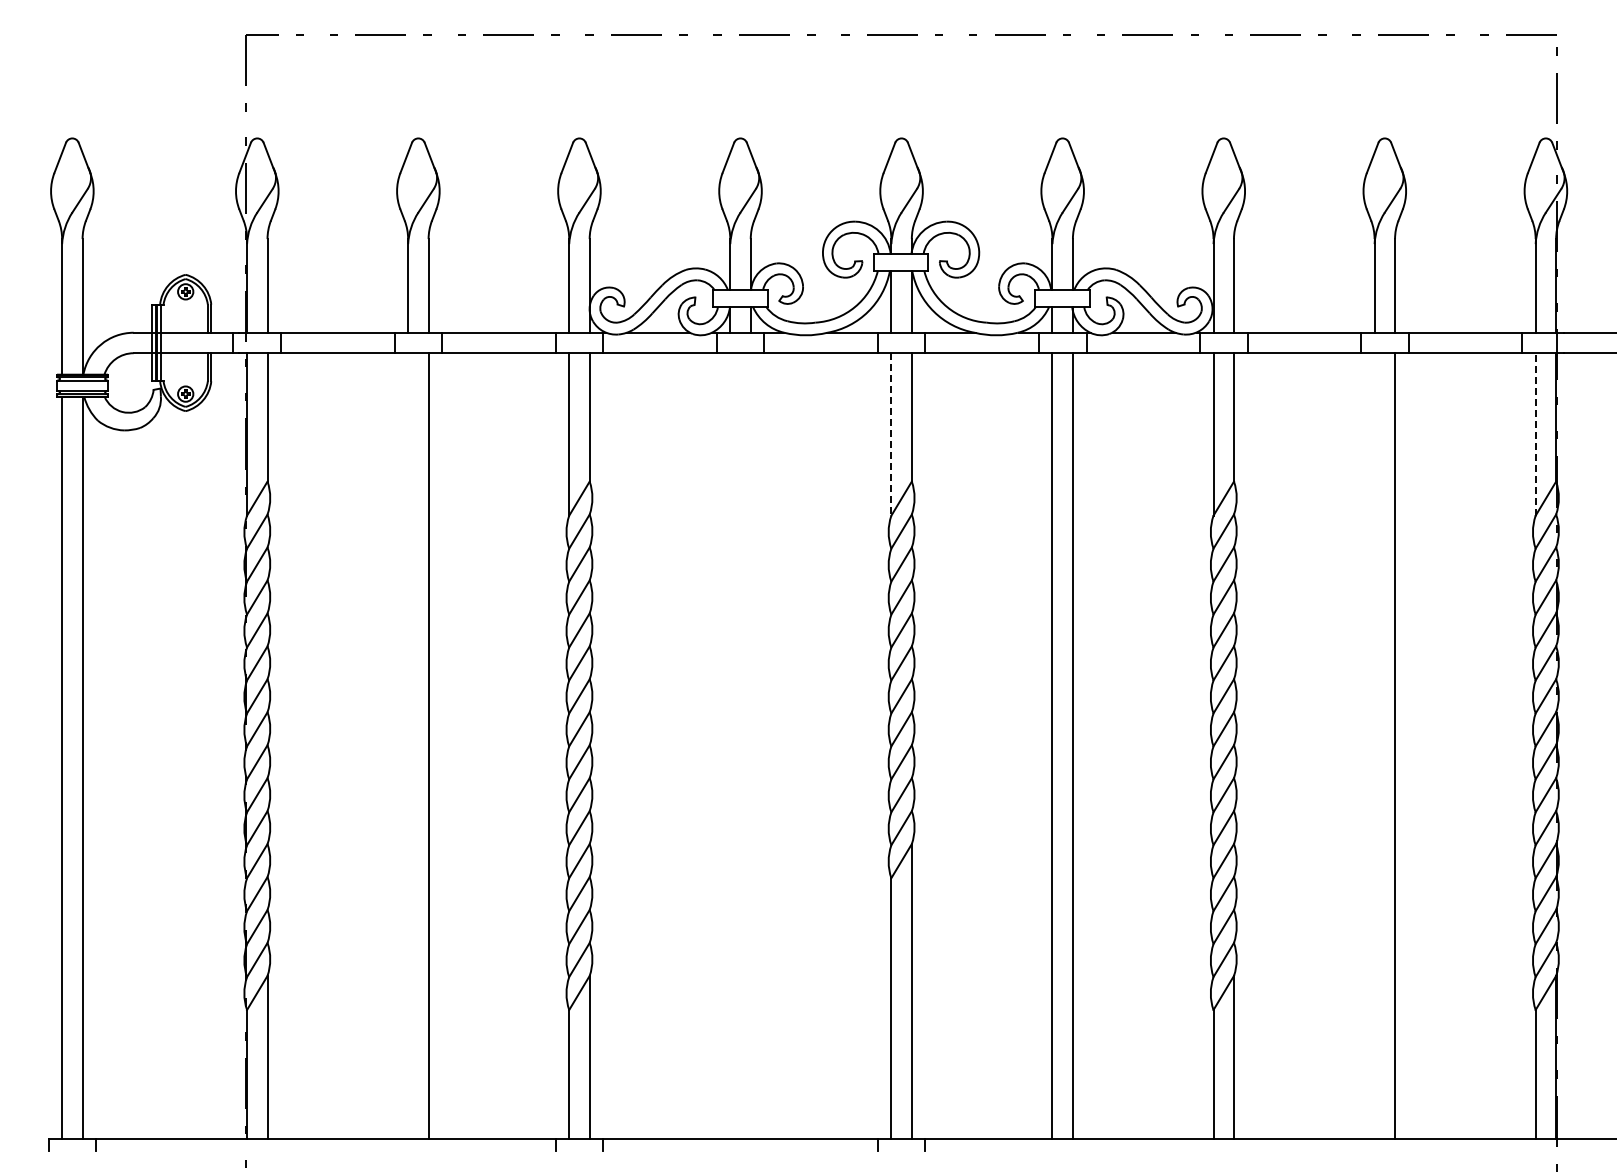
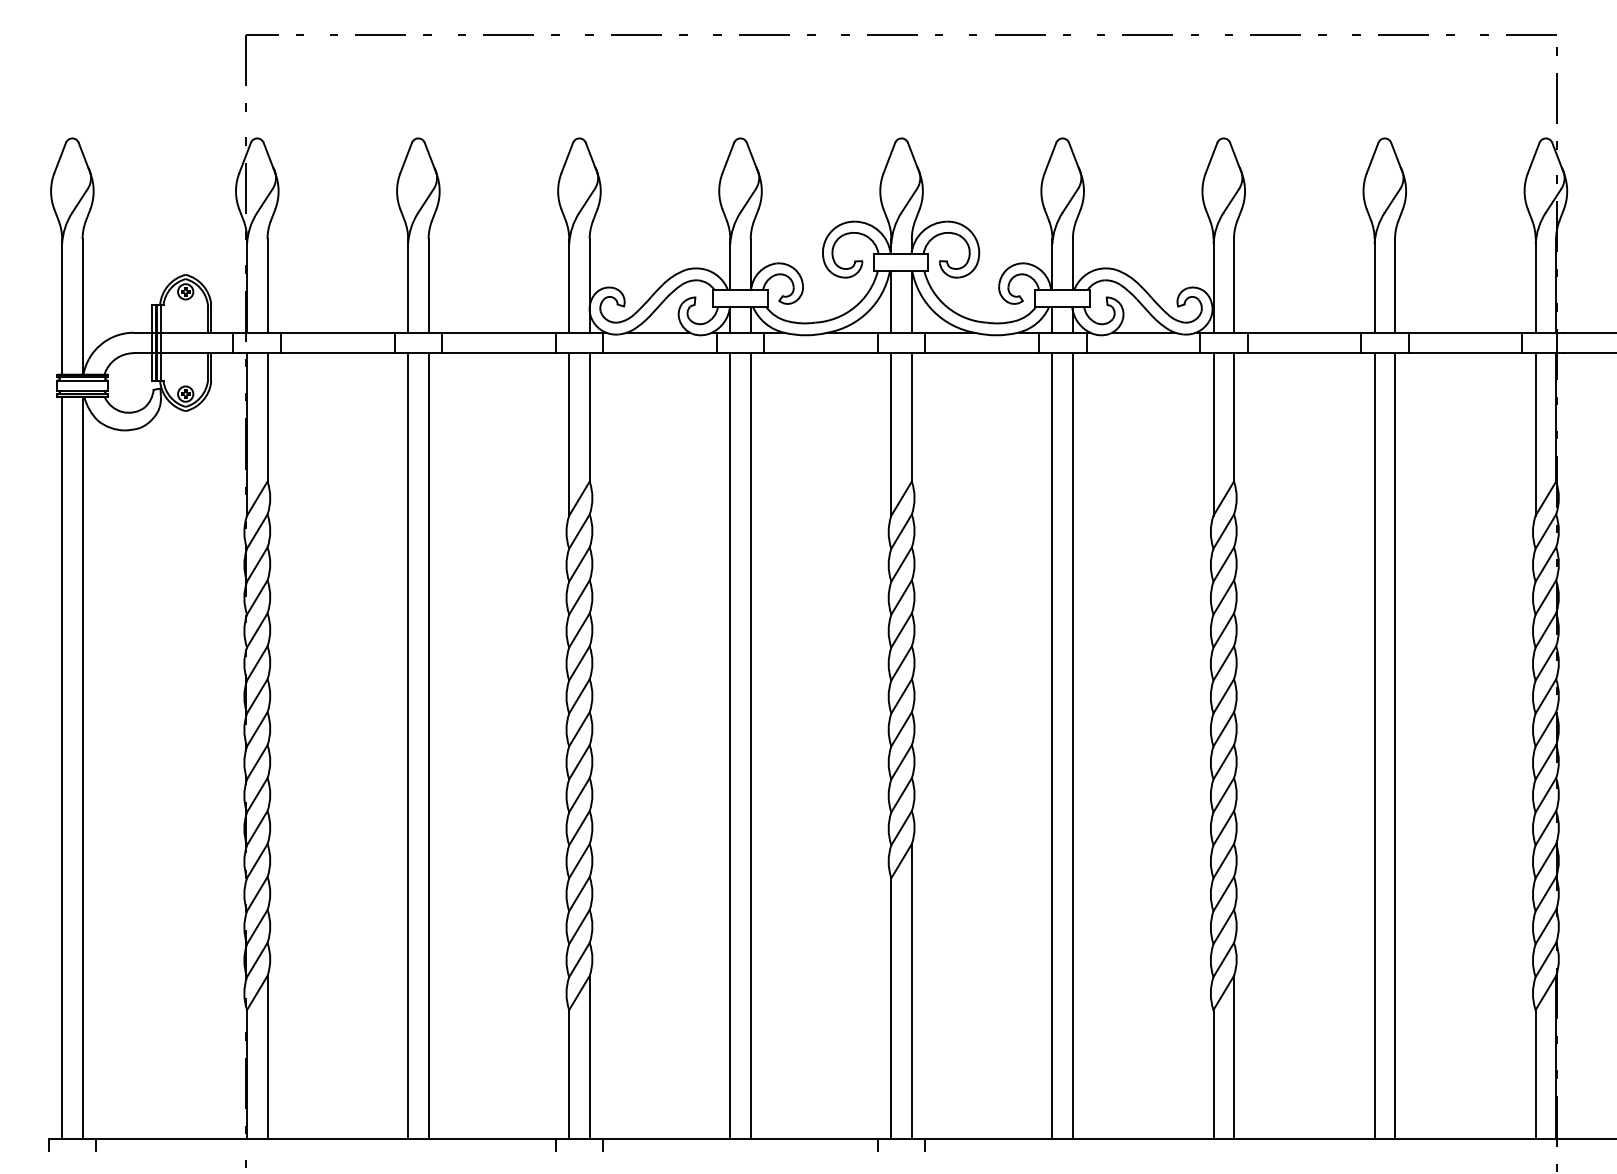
line at (1535, 433): dashed -> solid
line at (891, 434): dashed -> solid
line at (408, 745): none -> present
line at (730, 745): none -> present
line at (750, 745): none -> present
line at (1374, 745): none -> present
